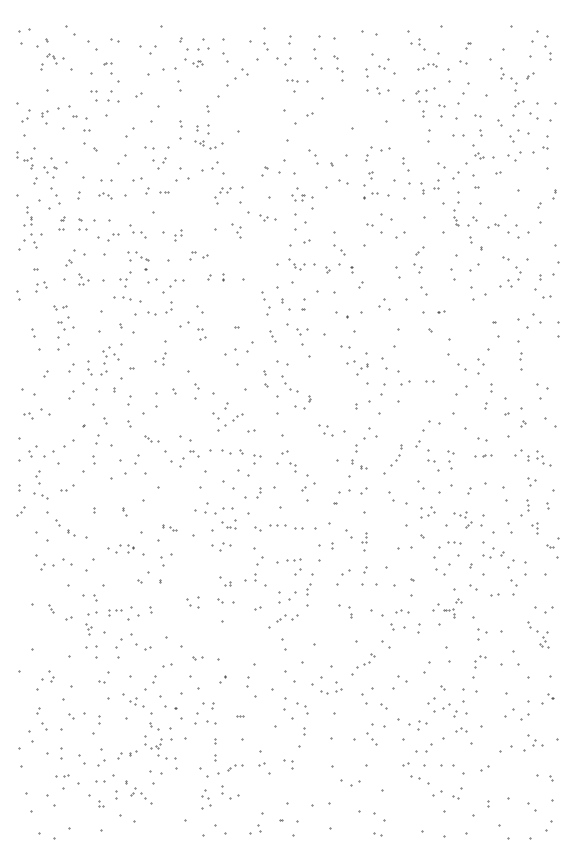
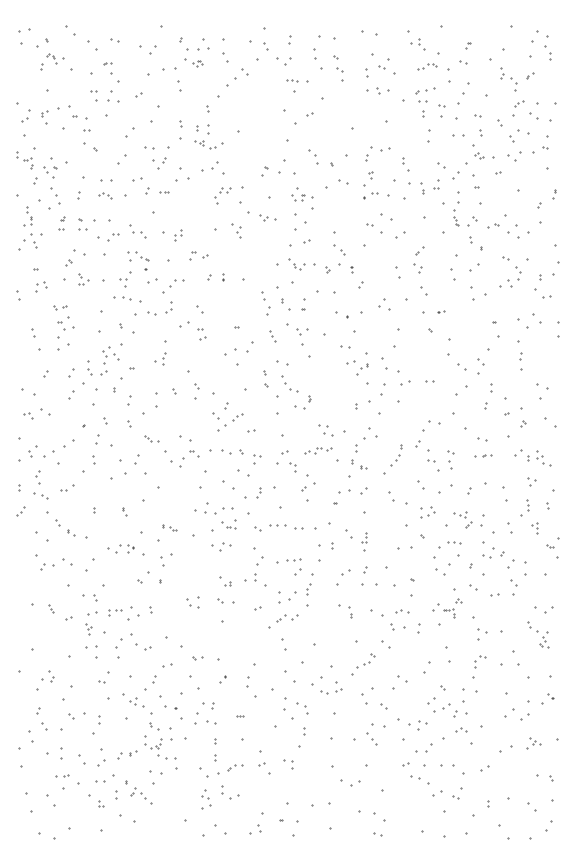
part at (71, 367) position: (71, 367) -> (71, 372)
part at (318, 450): none -> present
part at (533, 742) size: 21x18 px -> 16x13 px
